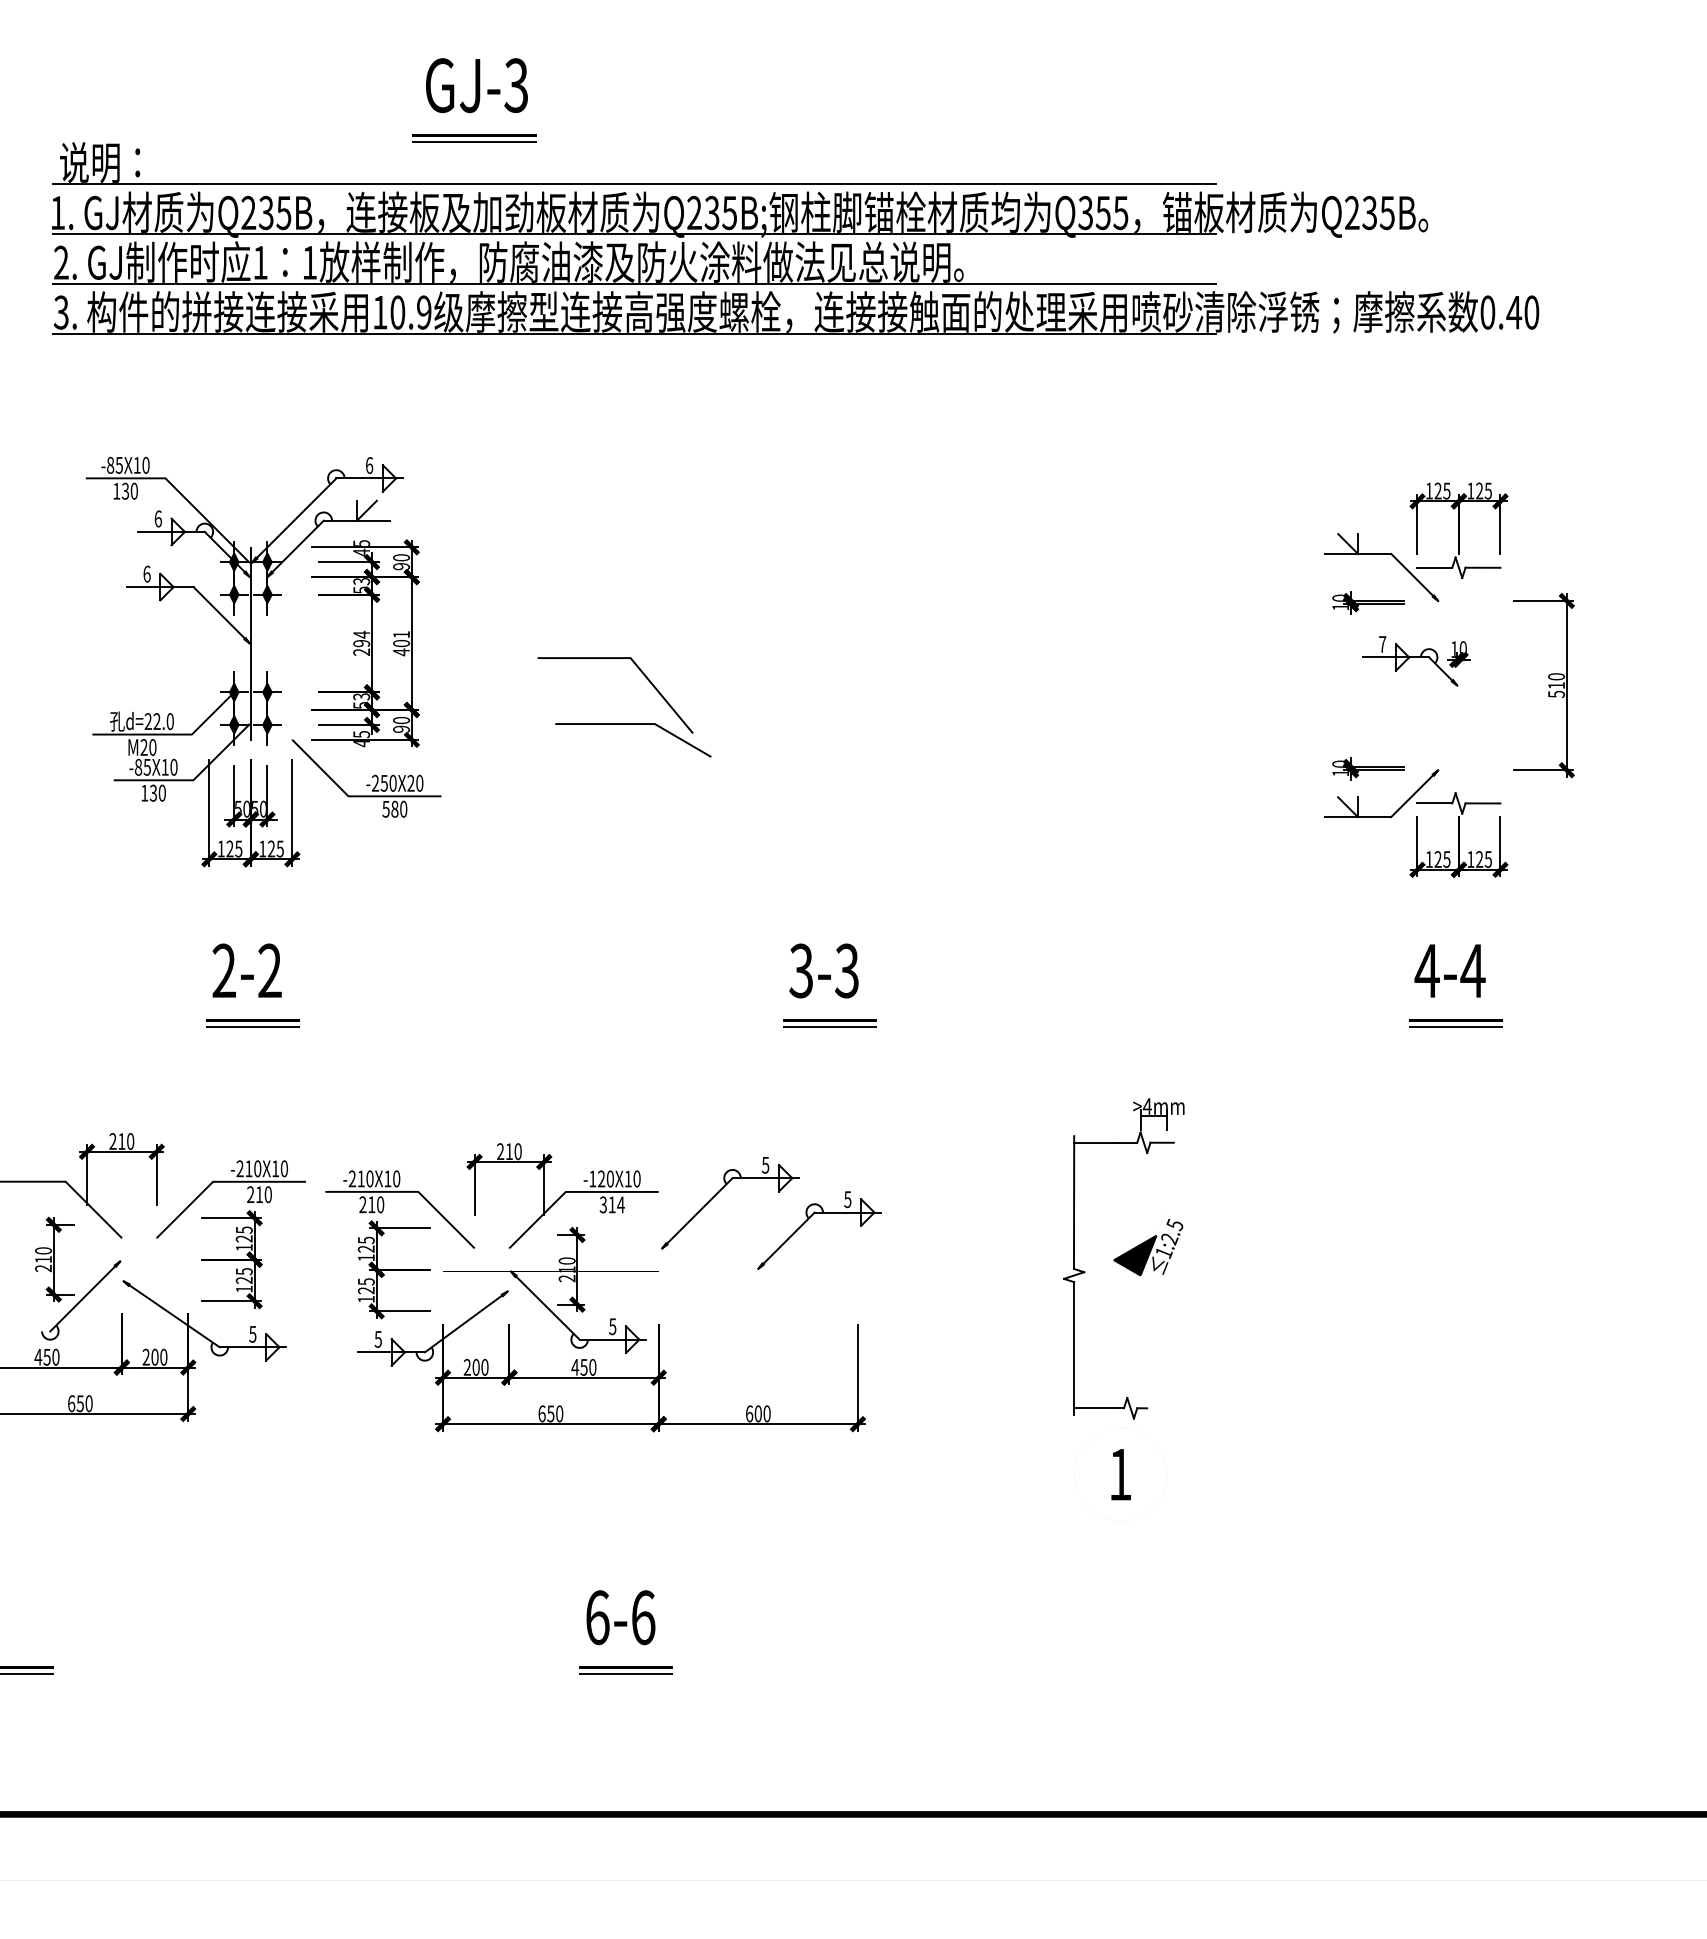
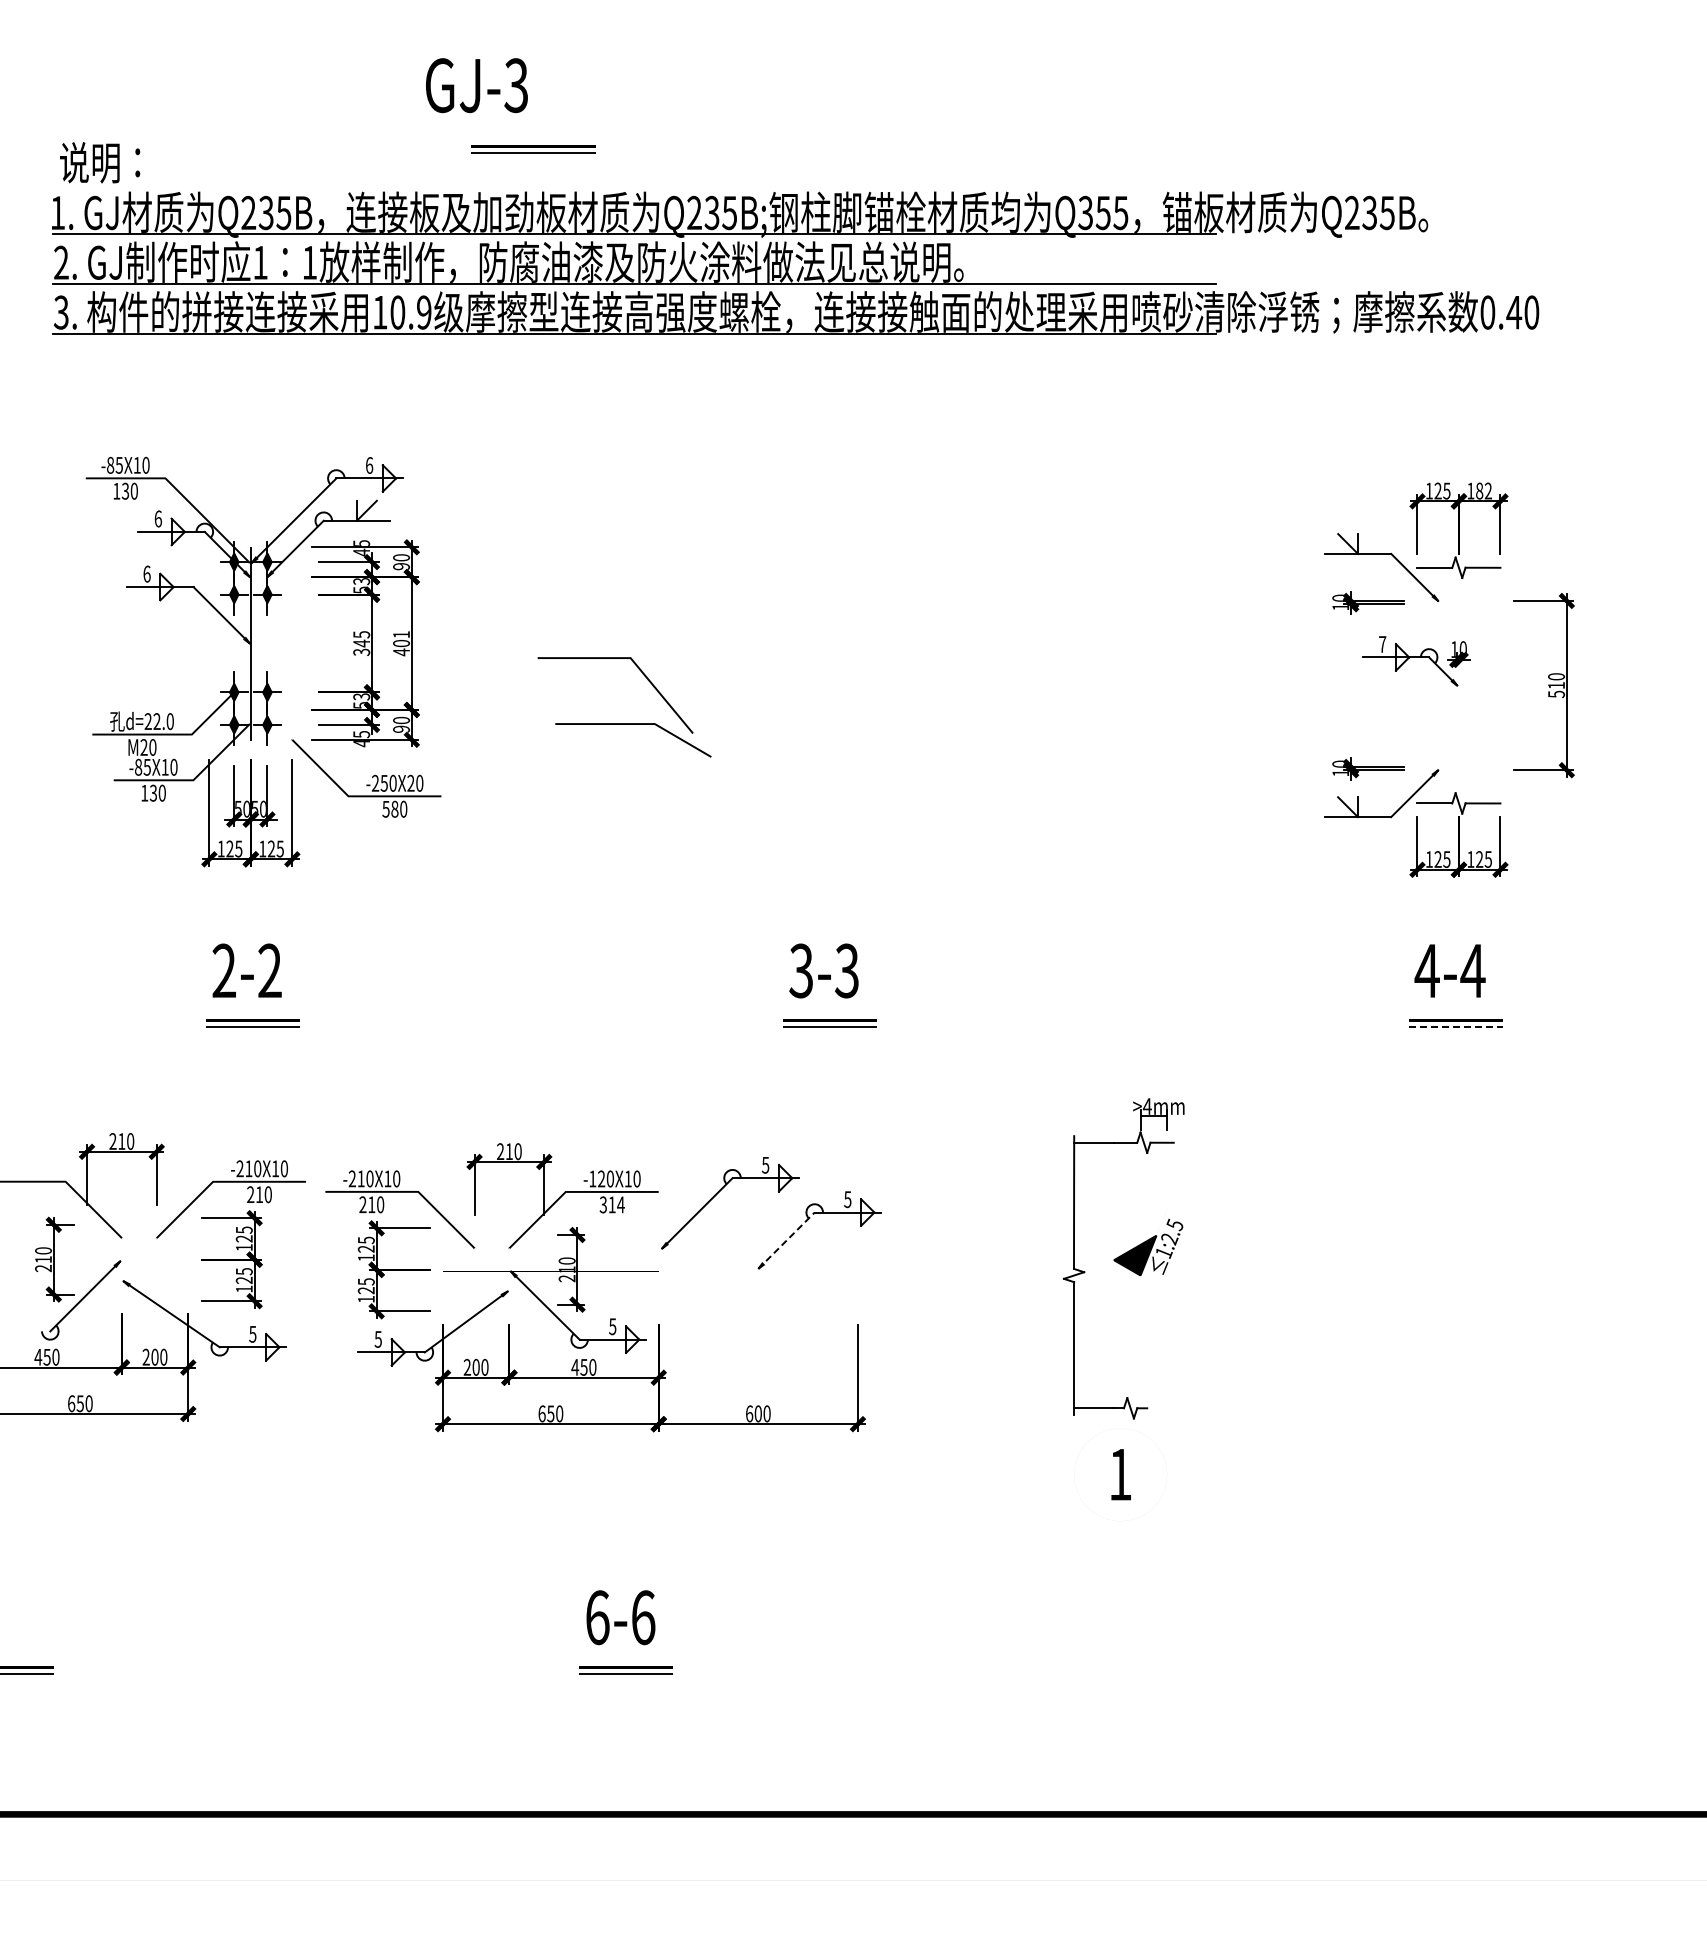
part at (474, 138) position: (474, 138) -> (533, 149)
line at (633, 184): present -> none
text at (1484, 490): 125 -> 182
text at (361, 642): 294 -> 345
line at (1456, 1027): solid -> dashed
line at (786, 1240): solid -> dashed
